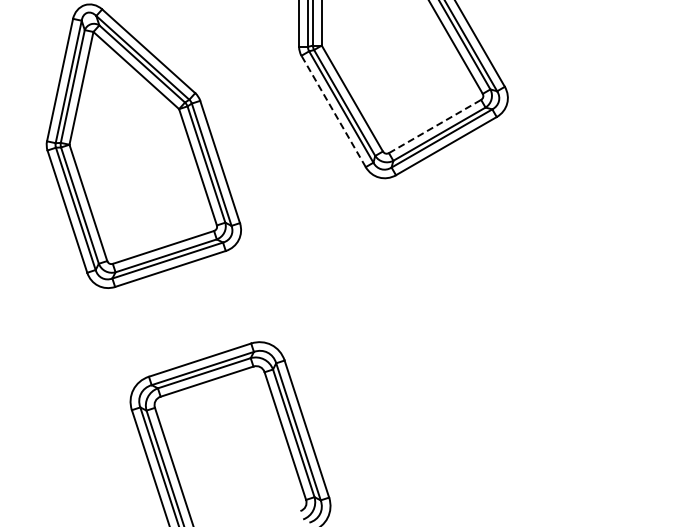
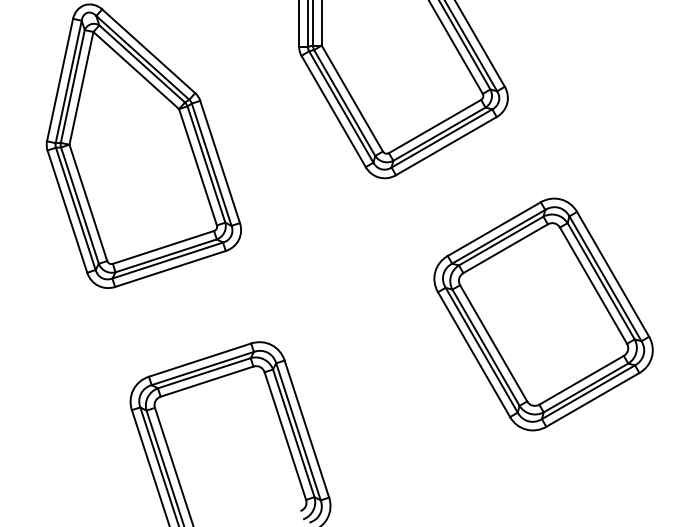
line at (333, 111): dashed -> solid
line at (435, 126): dashed -> solid
part at (543, 314): none -> present
